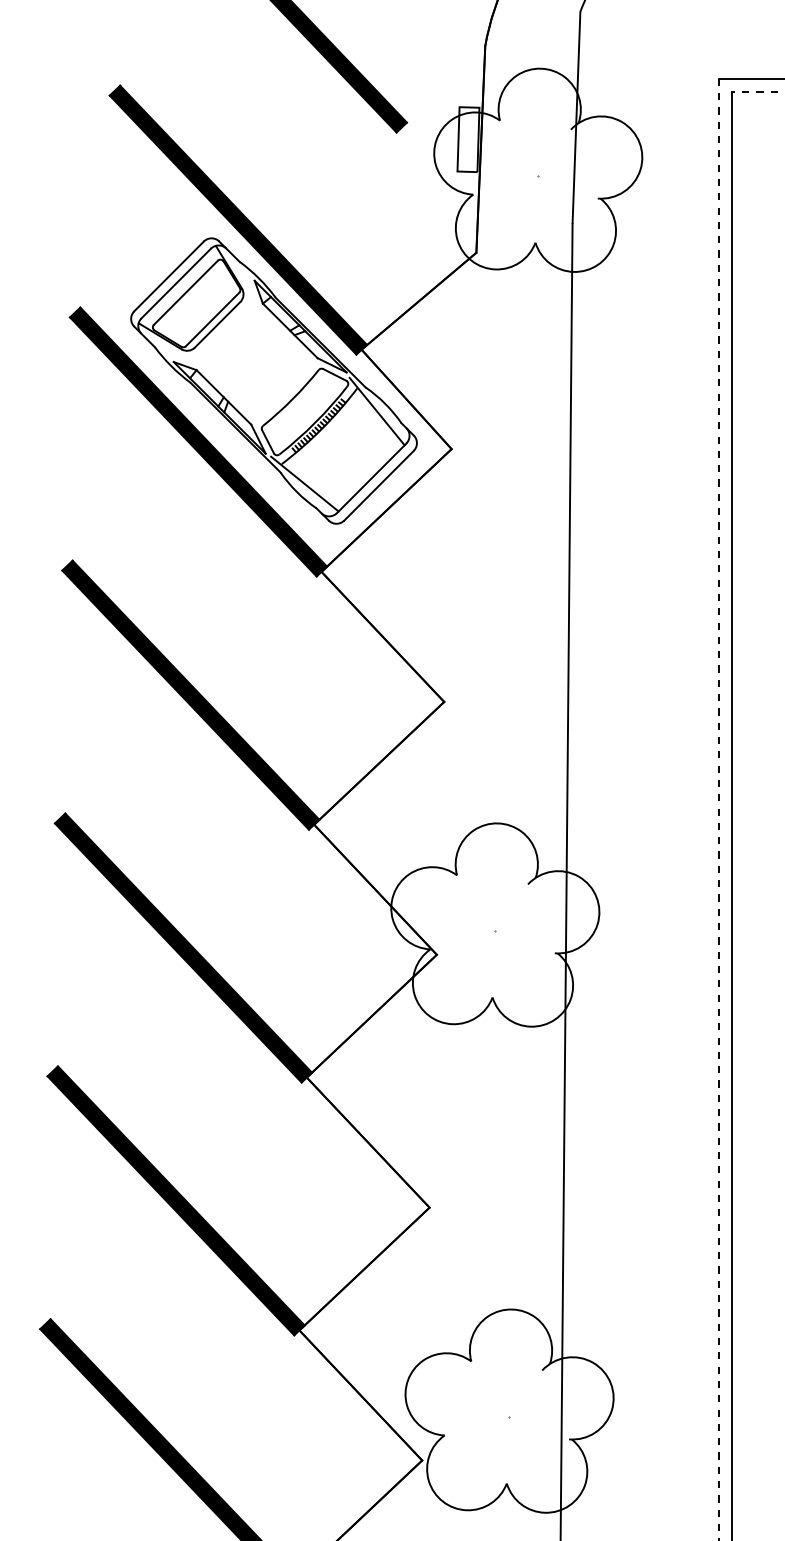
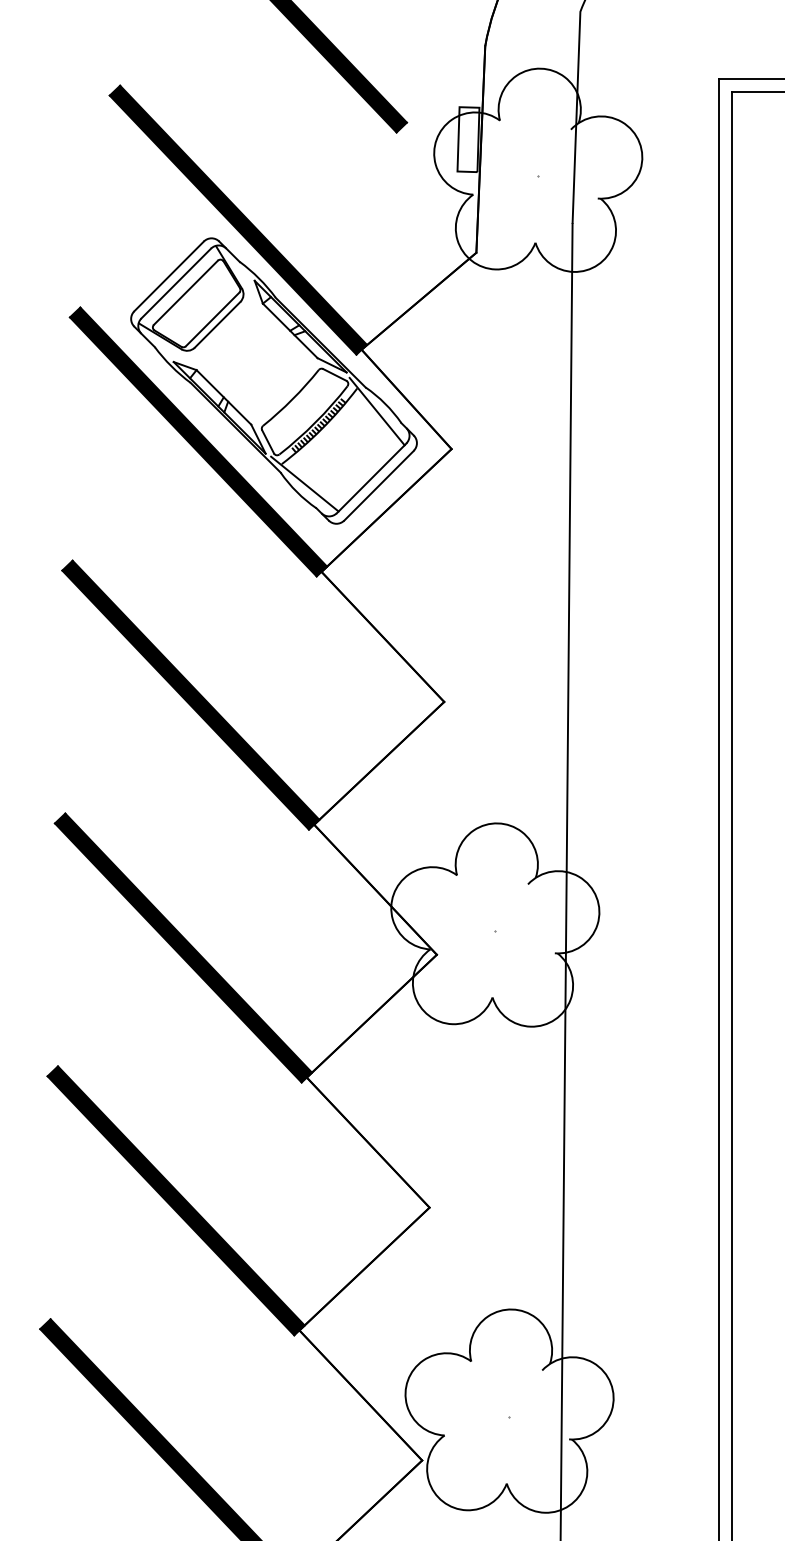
line at (758, 91): dashed -> solid
line at (719, 809): dashed -> solid
